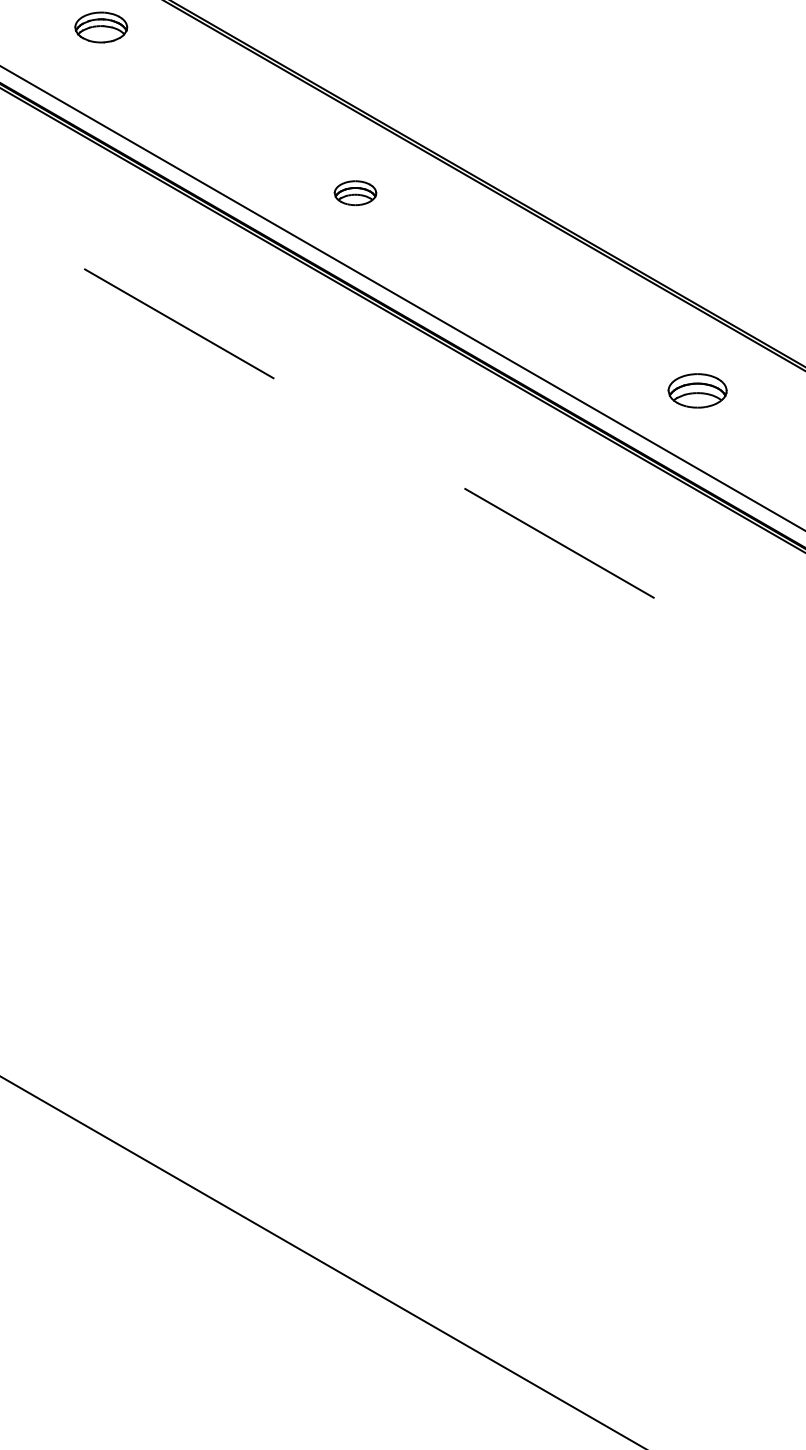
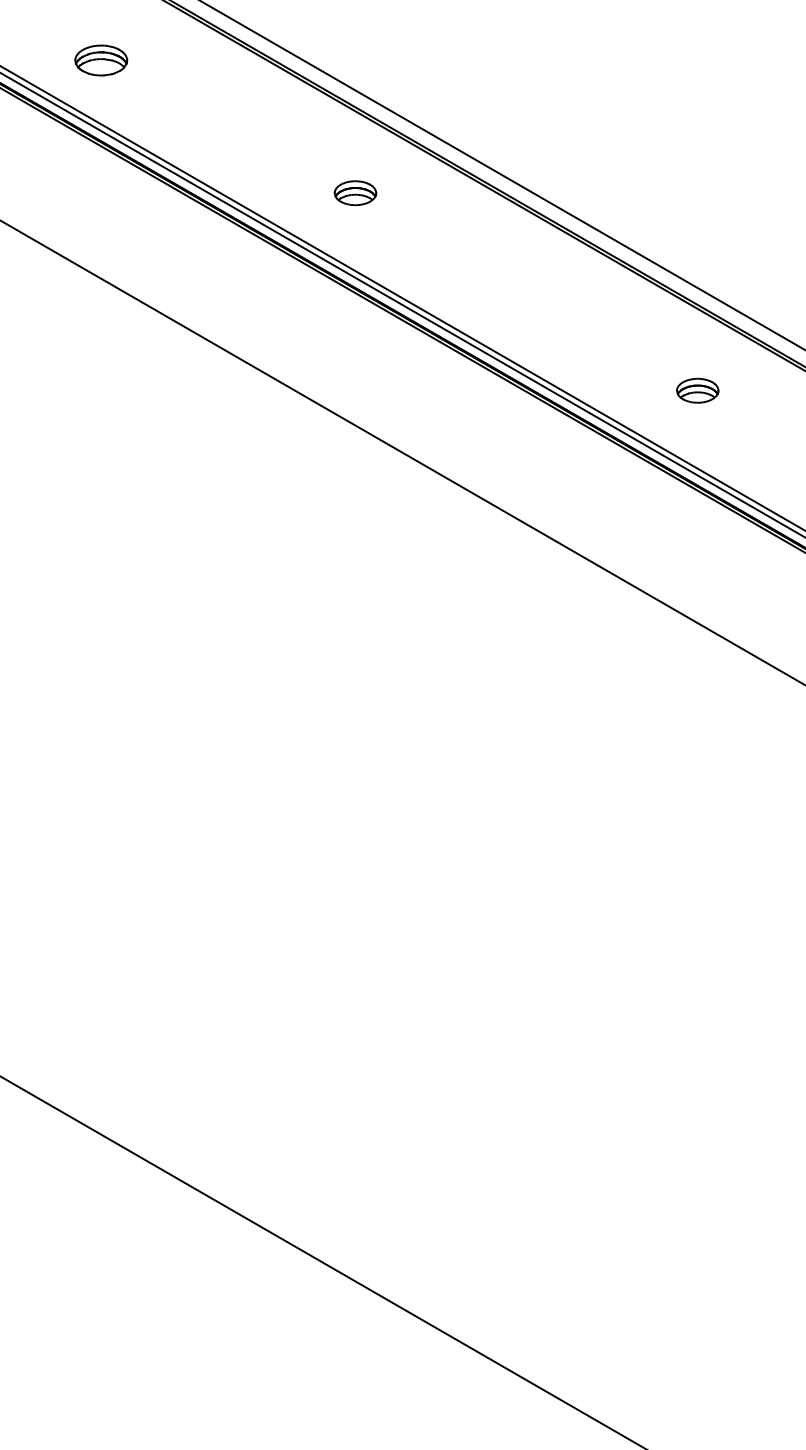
part at (101, 27) position: (101, 27) -> (101, 60)
line at (502, 175): none -> present
line at (402, 304): none -> present
part at (697, 390) size: 61x36 px -> 44x27 px
line at (402, 452): dashed -> solid
